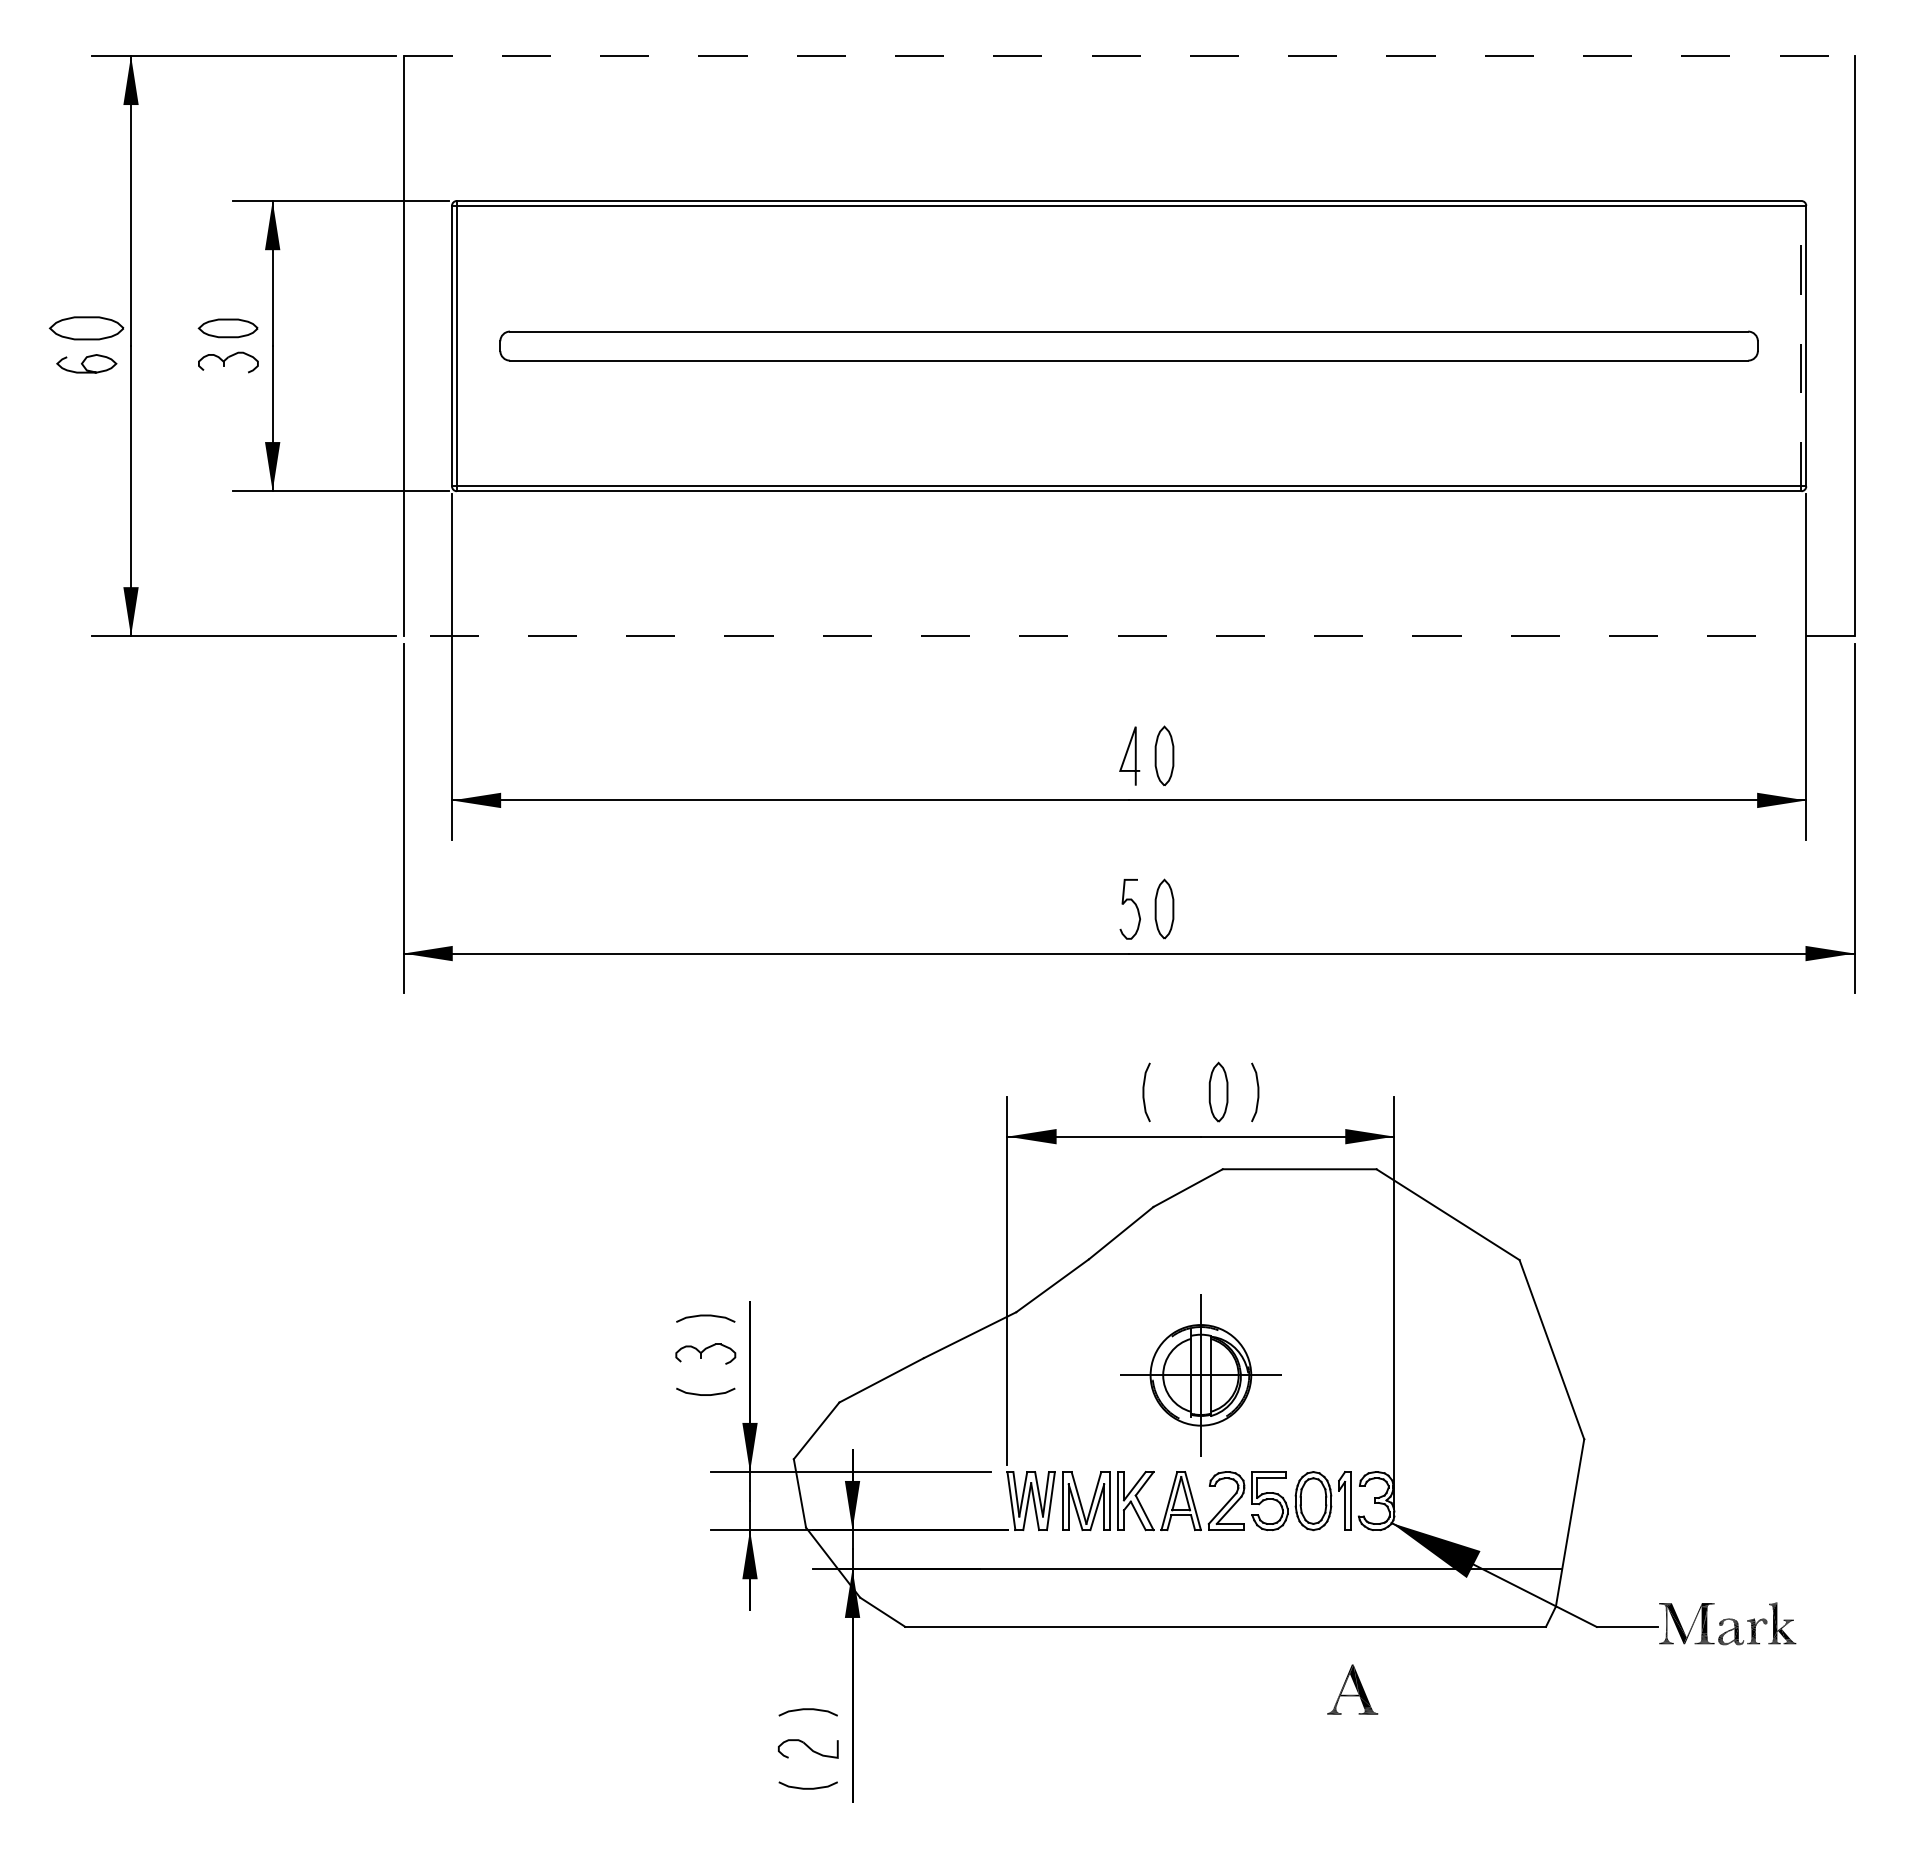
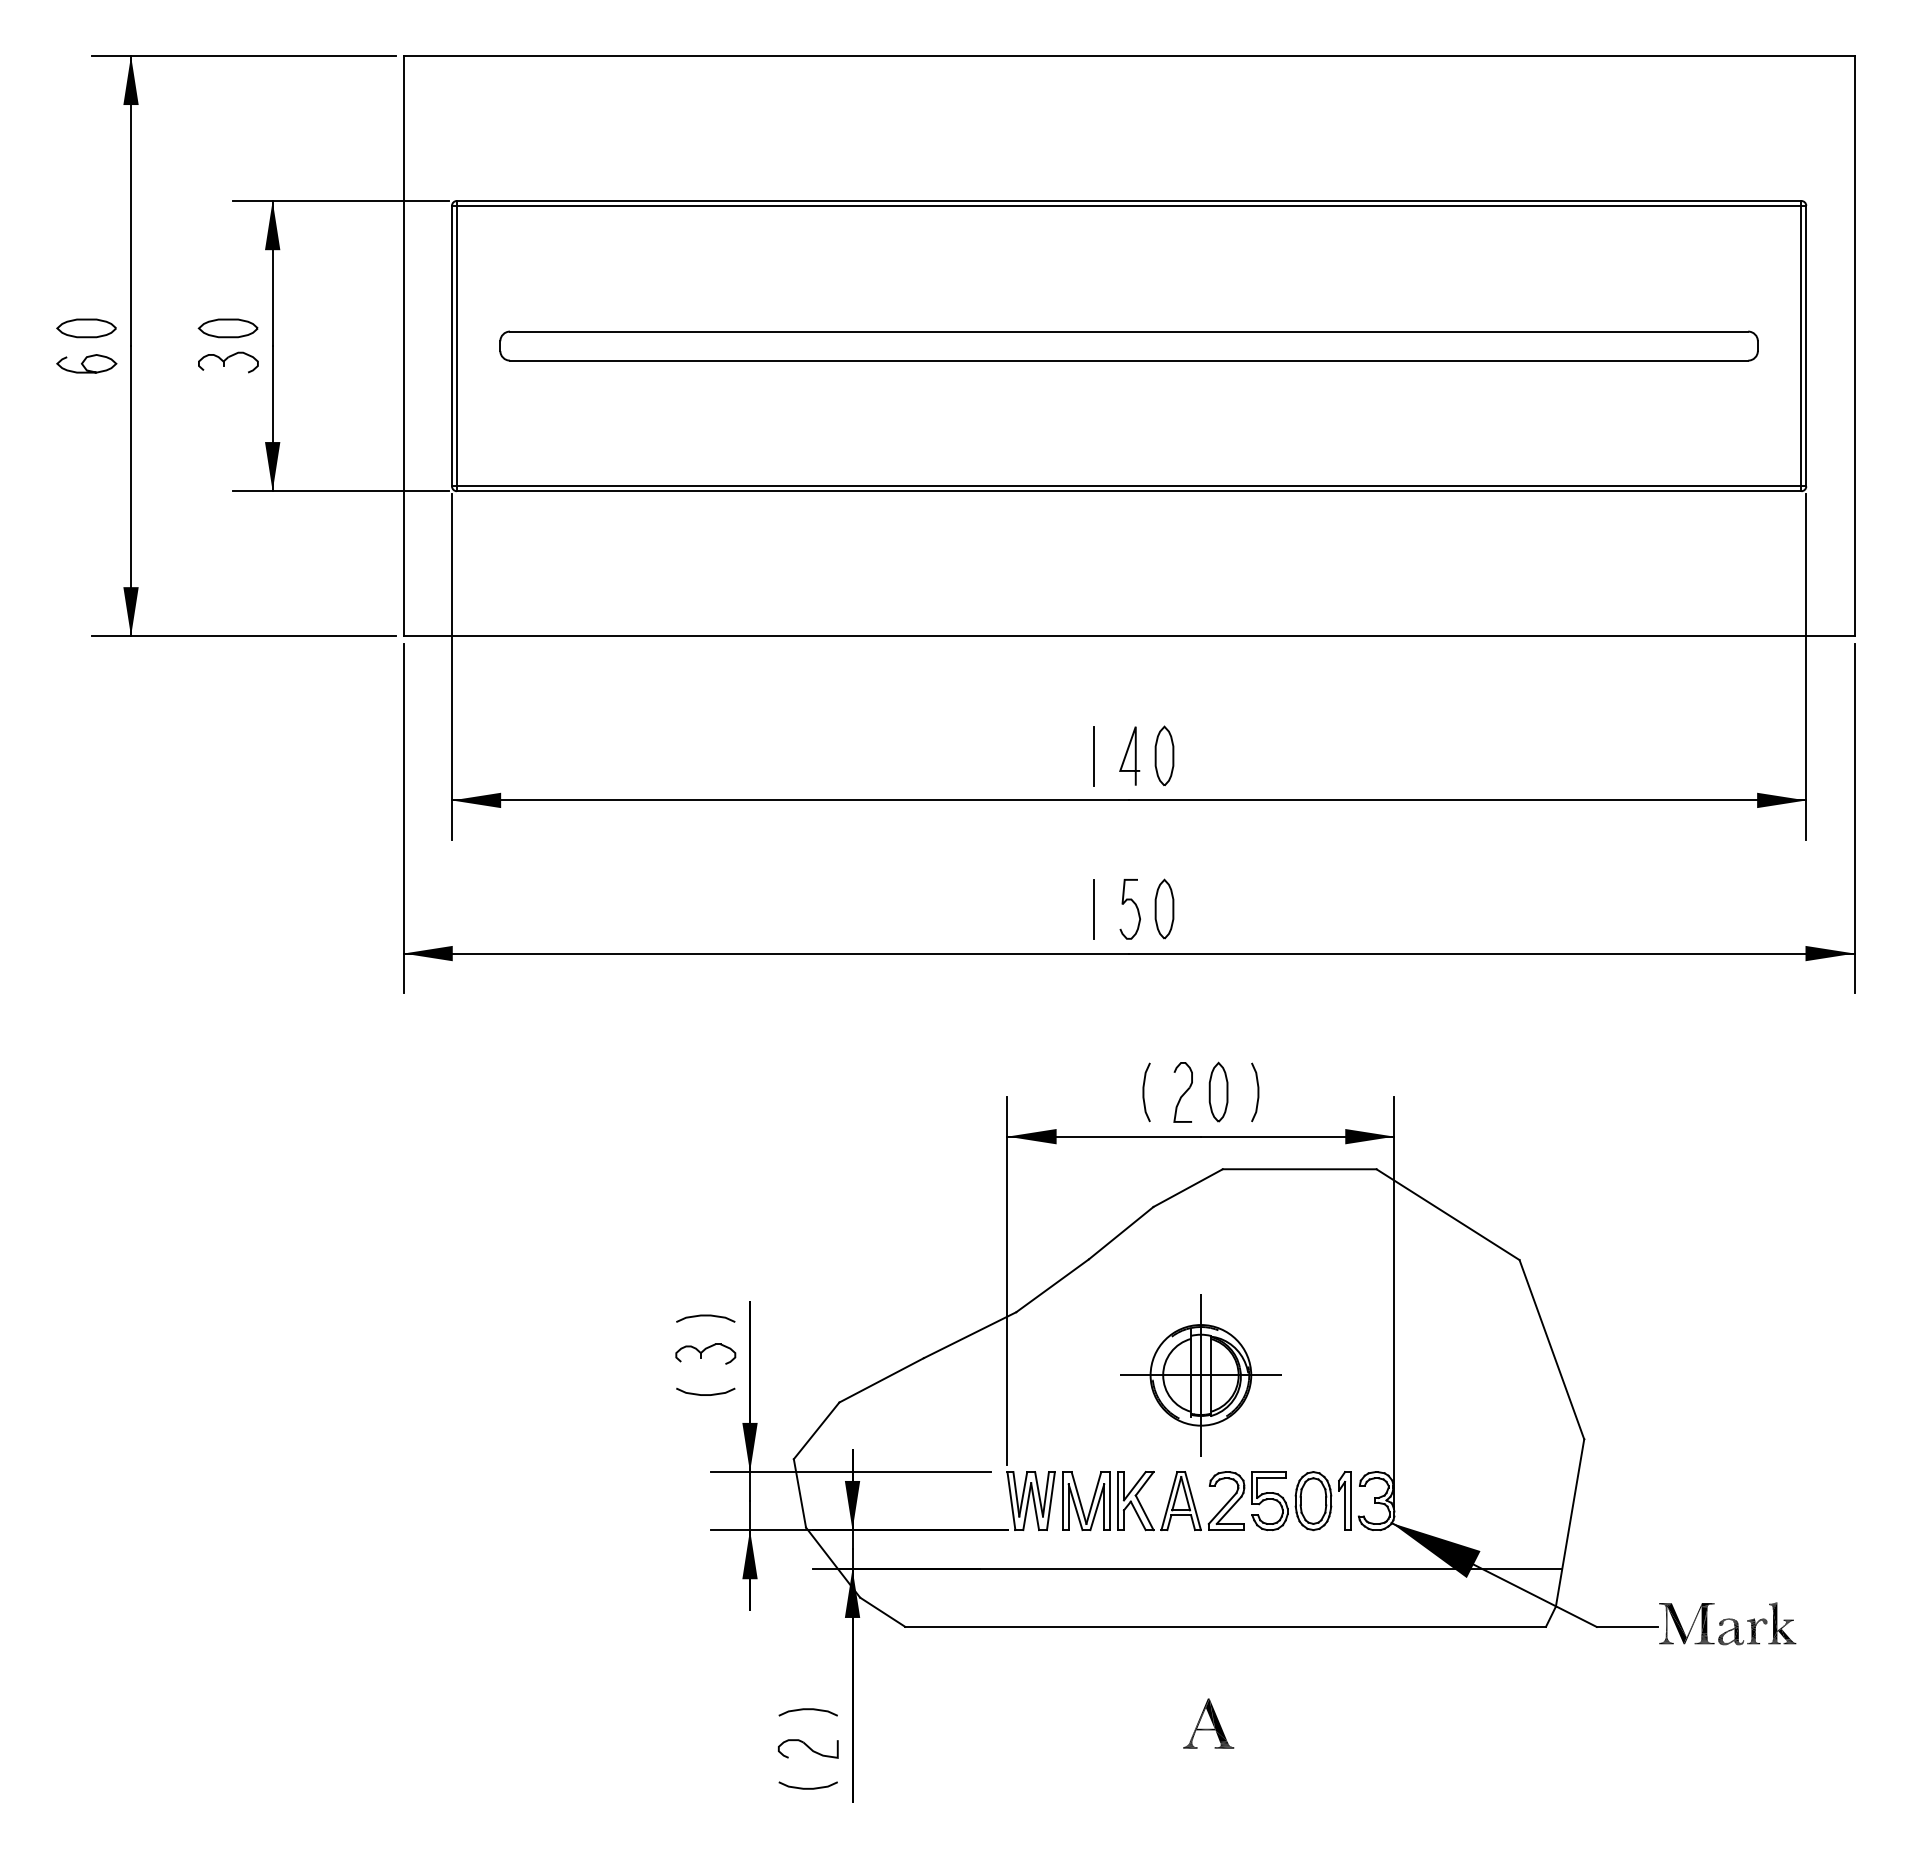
line at (1129, 55): dashed -> solid
part at (86, 328) size: 77x25 px -> 61x21 px
line at (1801, 345): dashed -> solid
line at (1129, 636): dashed -> solid
line at (1093, 755): none -> present
line at (1093, 908): none -> present
part at (1182, 1092): none -> present
part at (1352, 1689) position: (1352, 1689) -> (1208, 1723)
